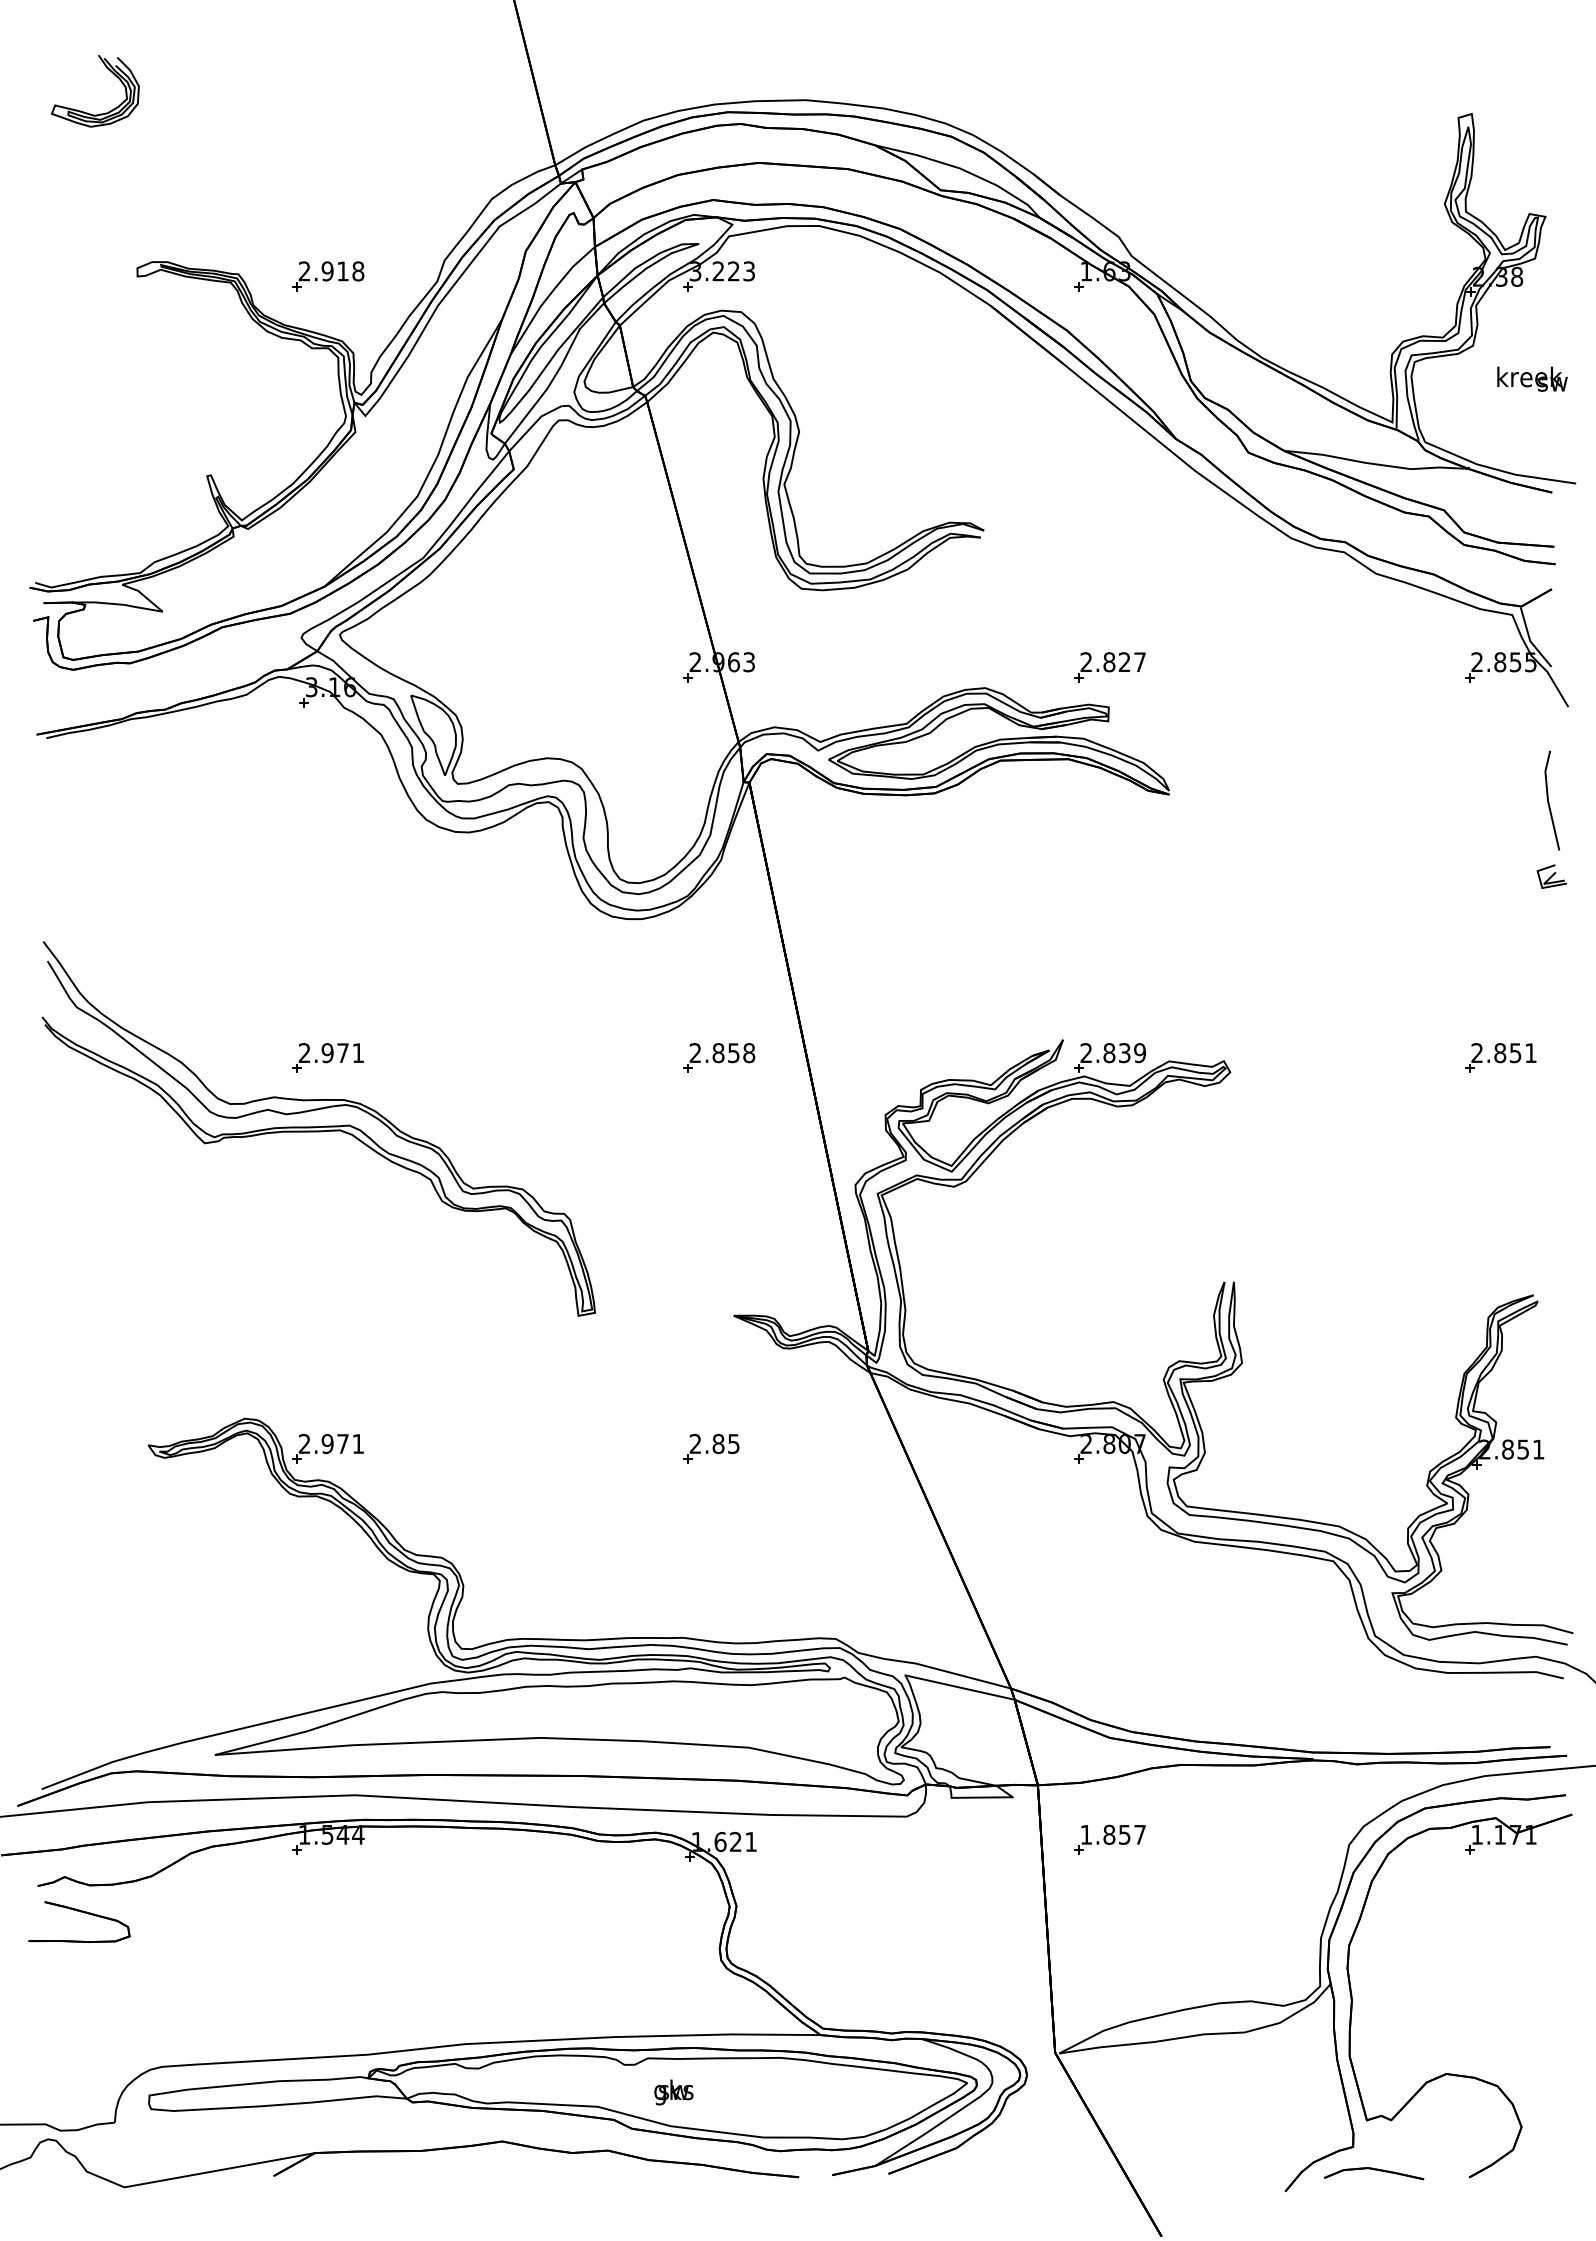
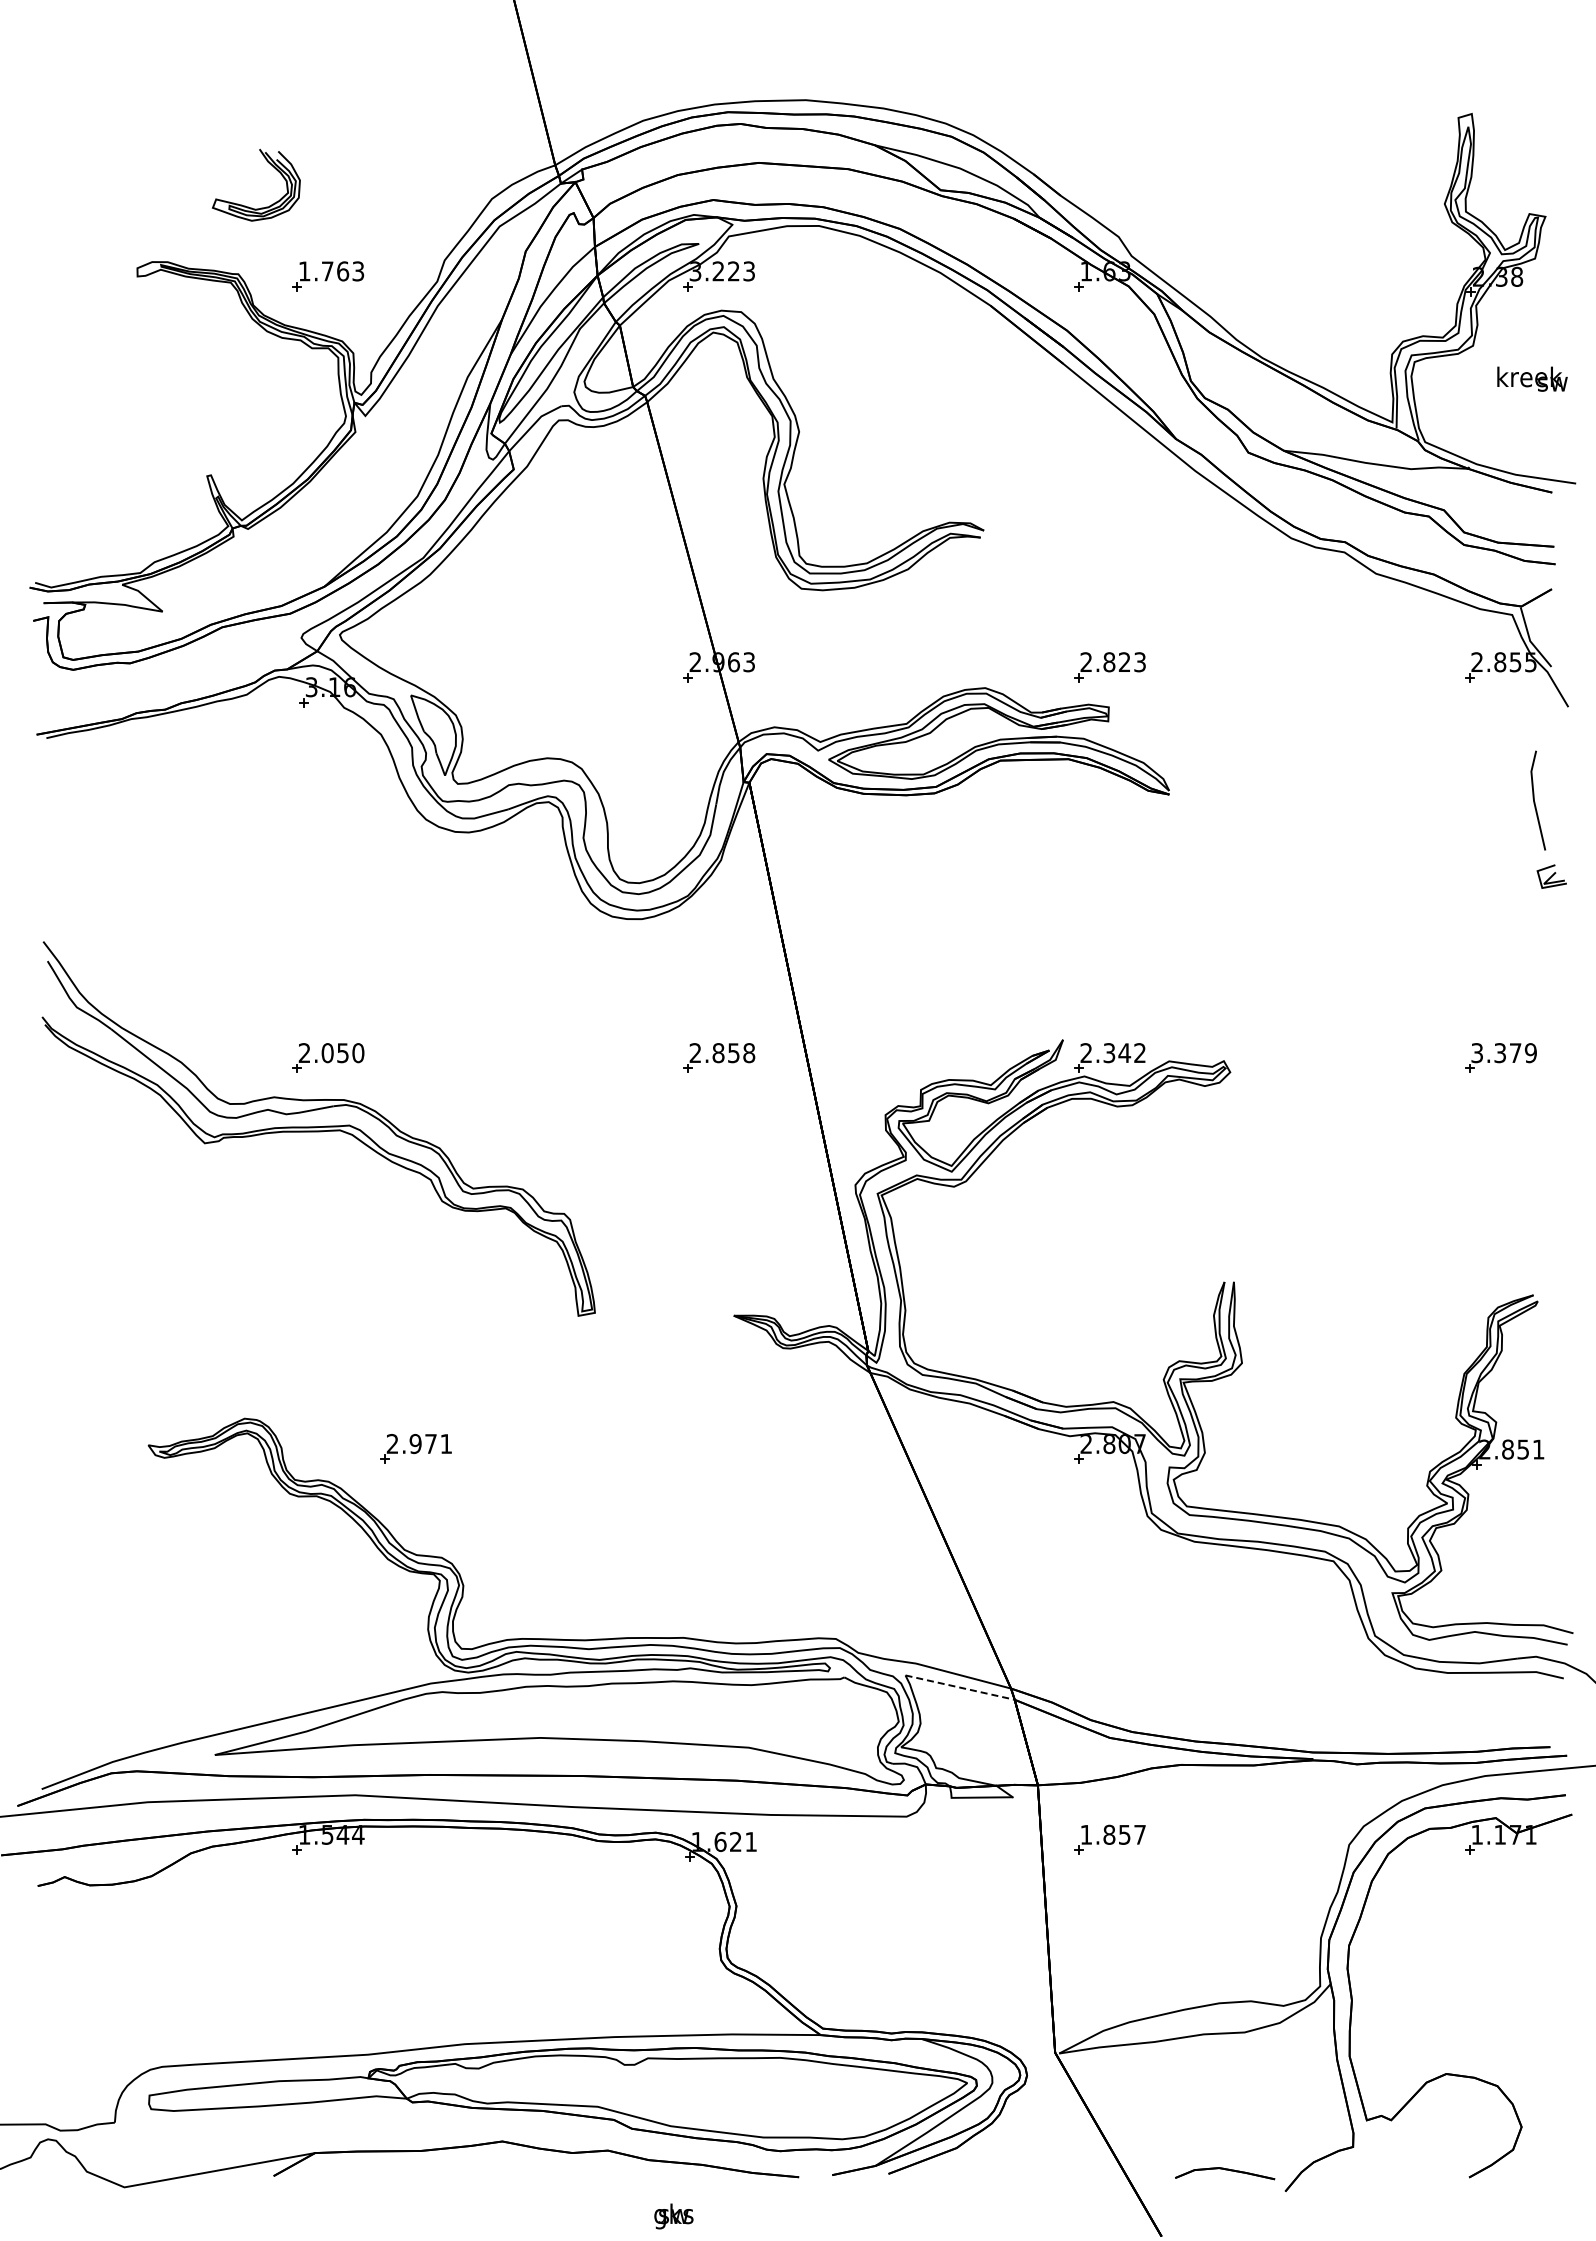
part at (87, 112) position: (87, 112) -> (248, 206)
text at (331, 271): 2.918 -> 1.763
text at (1139, 662): 2.827 -> 2.823
line at (1549, 801) position: (1549, 801) -> (1535, 801)
text at (342, 1053): 2.971 -> 2.050
text at (1124, 1053): 2.839 -> 2.342
text at (1503, 1053): 2.851 -> 3.379
part at (327, 1448) position: (327, 1448) -> (415, 1448)
part at (711, 1448): present -> none
line at (960, 1687): solid -> dashed
part at (80, 1912): present -> none
text at (673, 2092) position: (673, 2092) -> (673, 2216)
part at (1374, 2173) position: (1374, 2173) -> (1225, 2173)
